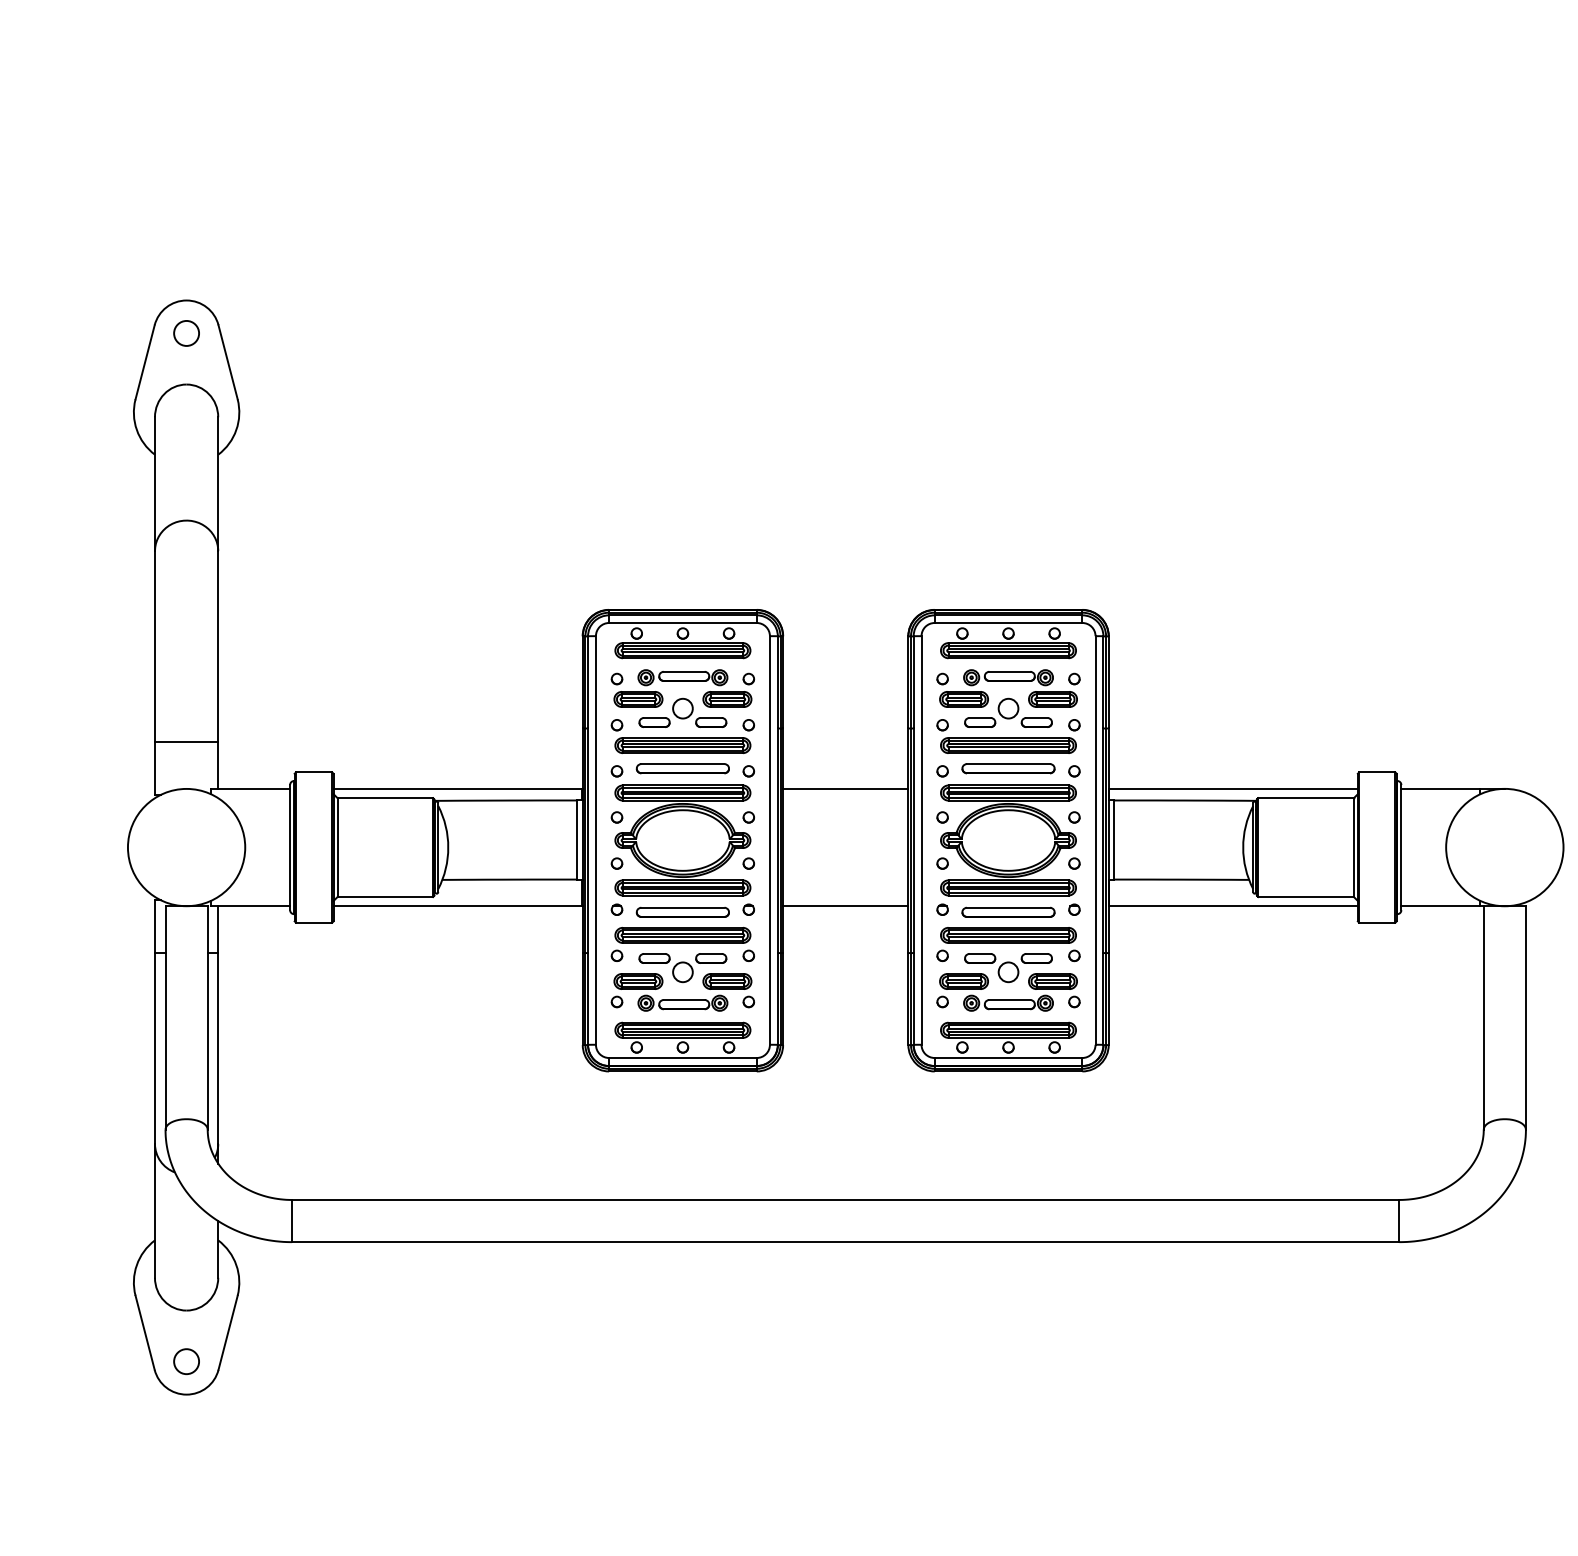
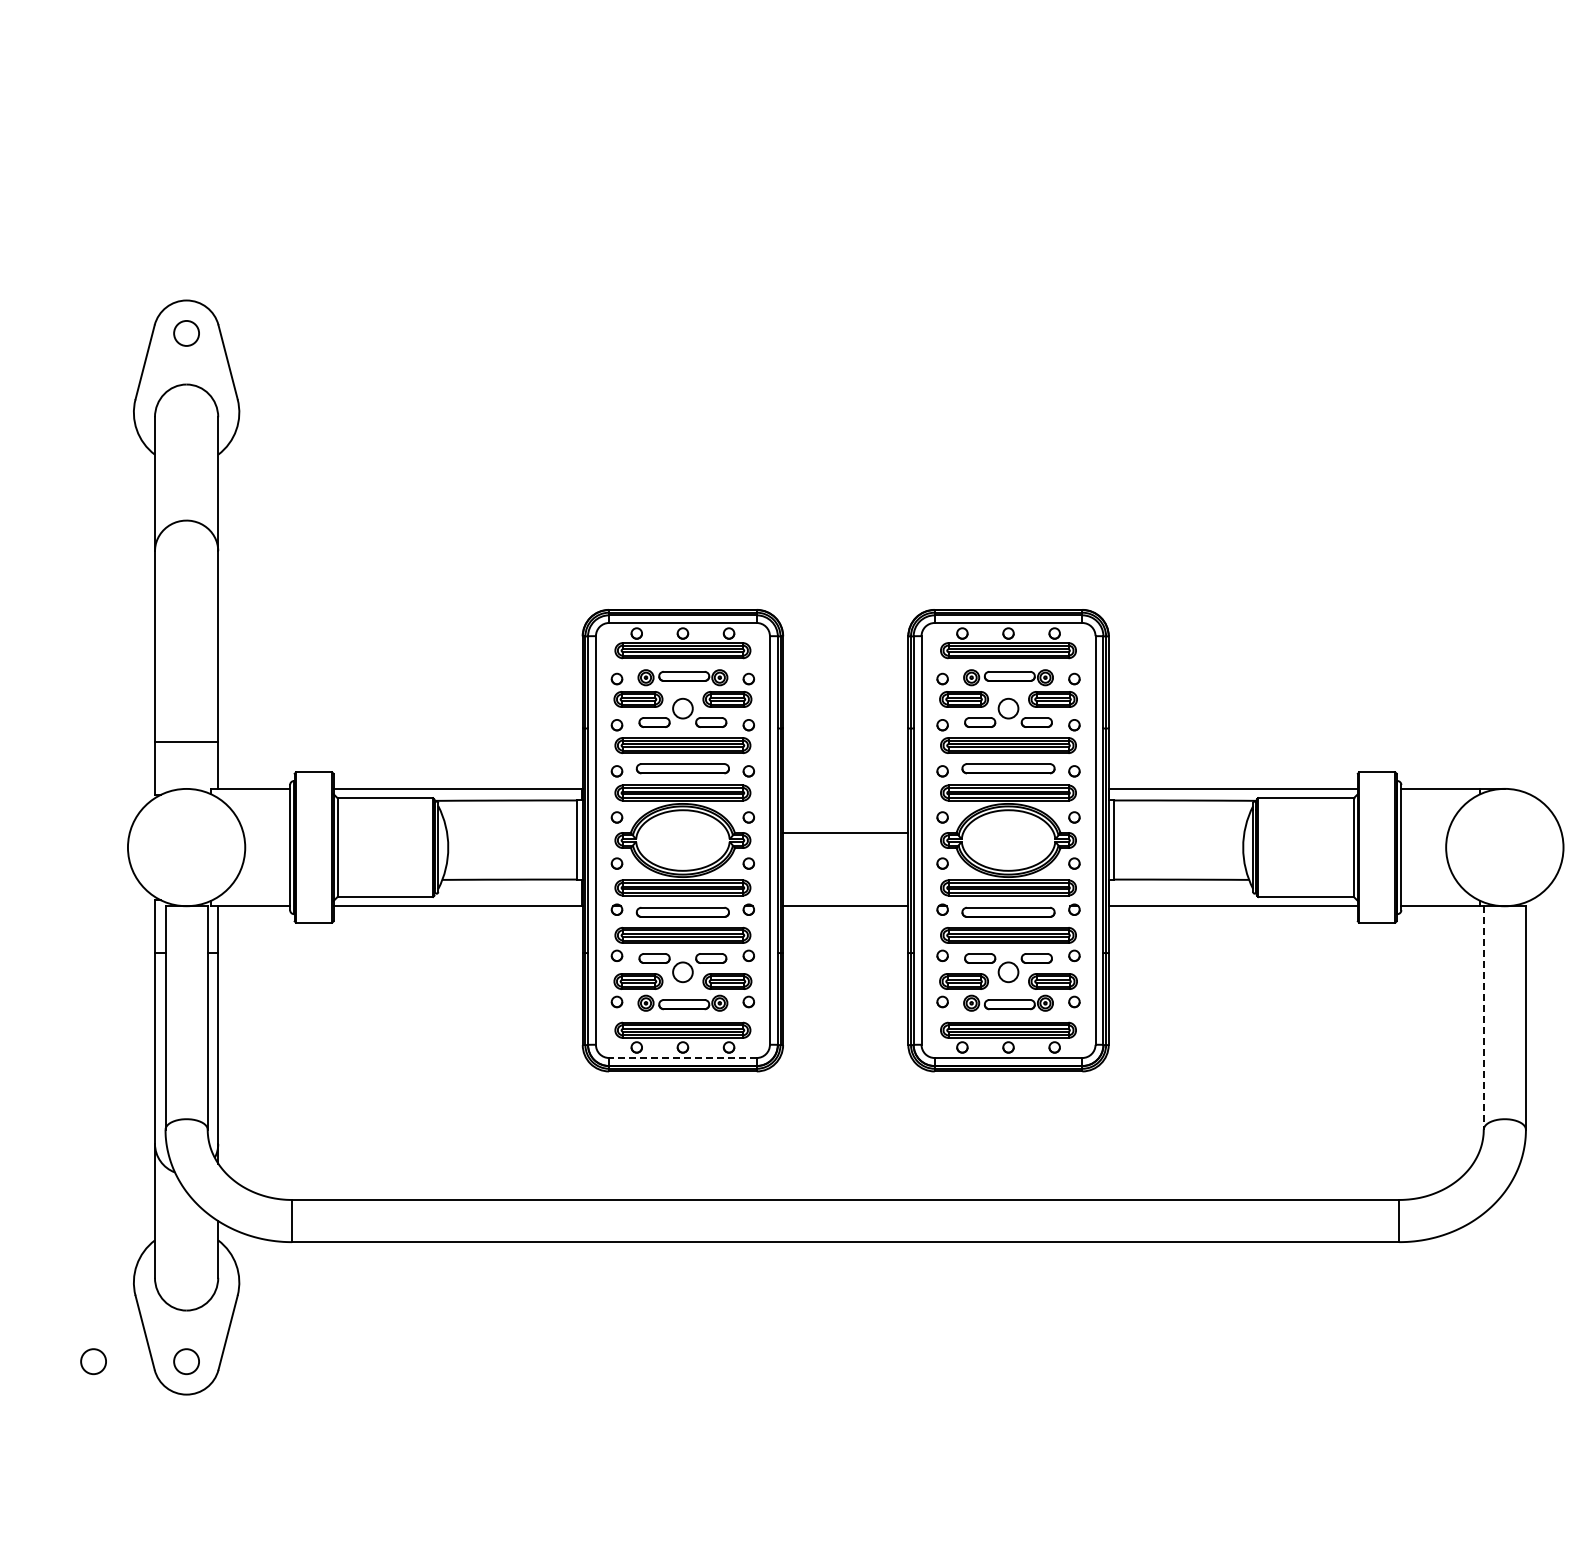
line at (845, 788) position: (845, 788) -> (845, 832)
line at (1483, 1017): solid -> dashed
line at (682, 1058): solid -> dashed
circle at (93, 1361): none -> present
